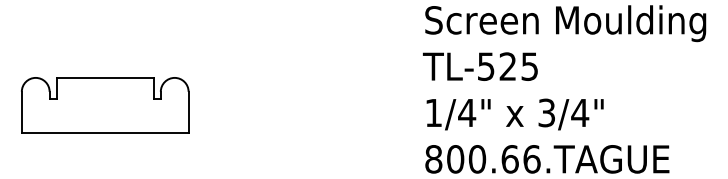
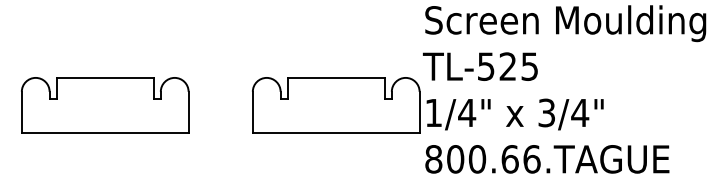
part at (336, 105): none -> present
